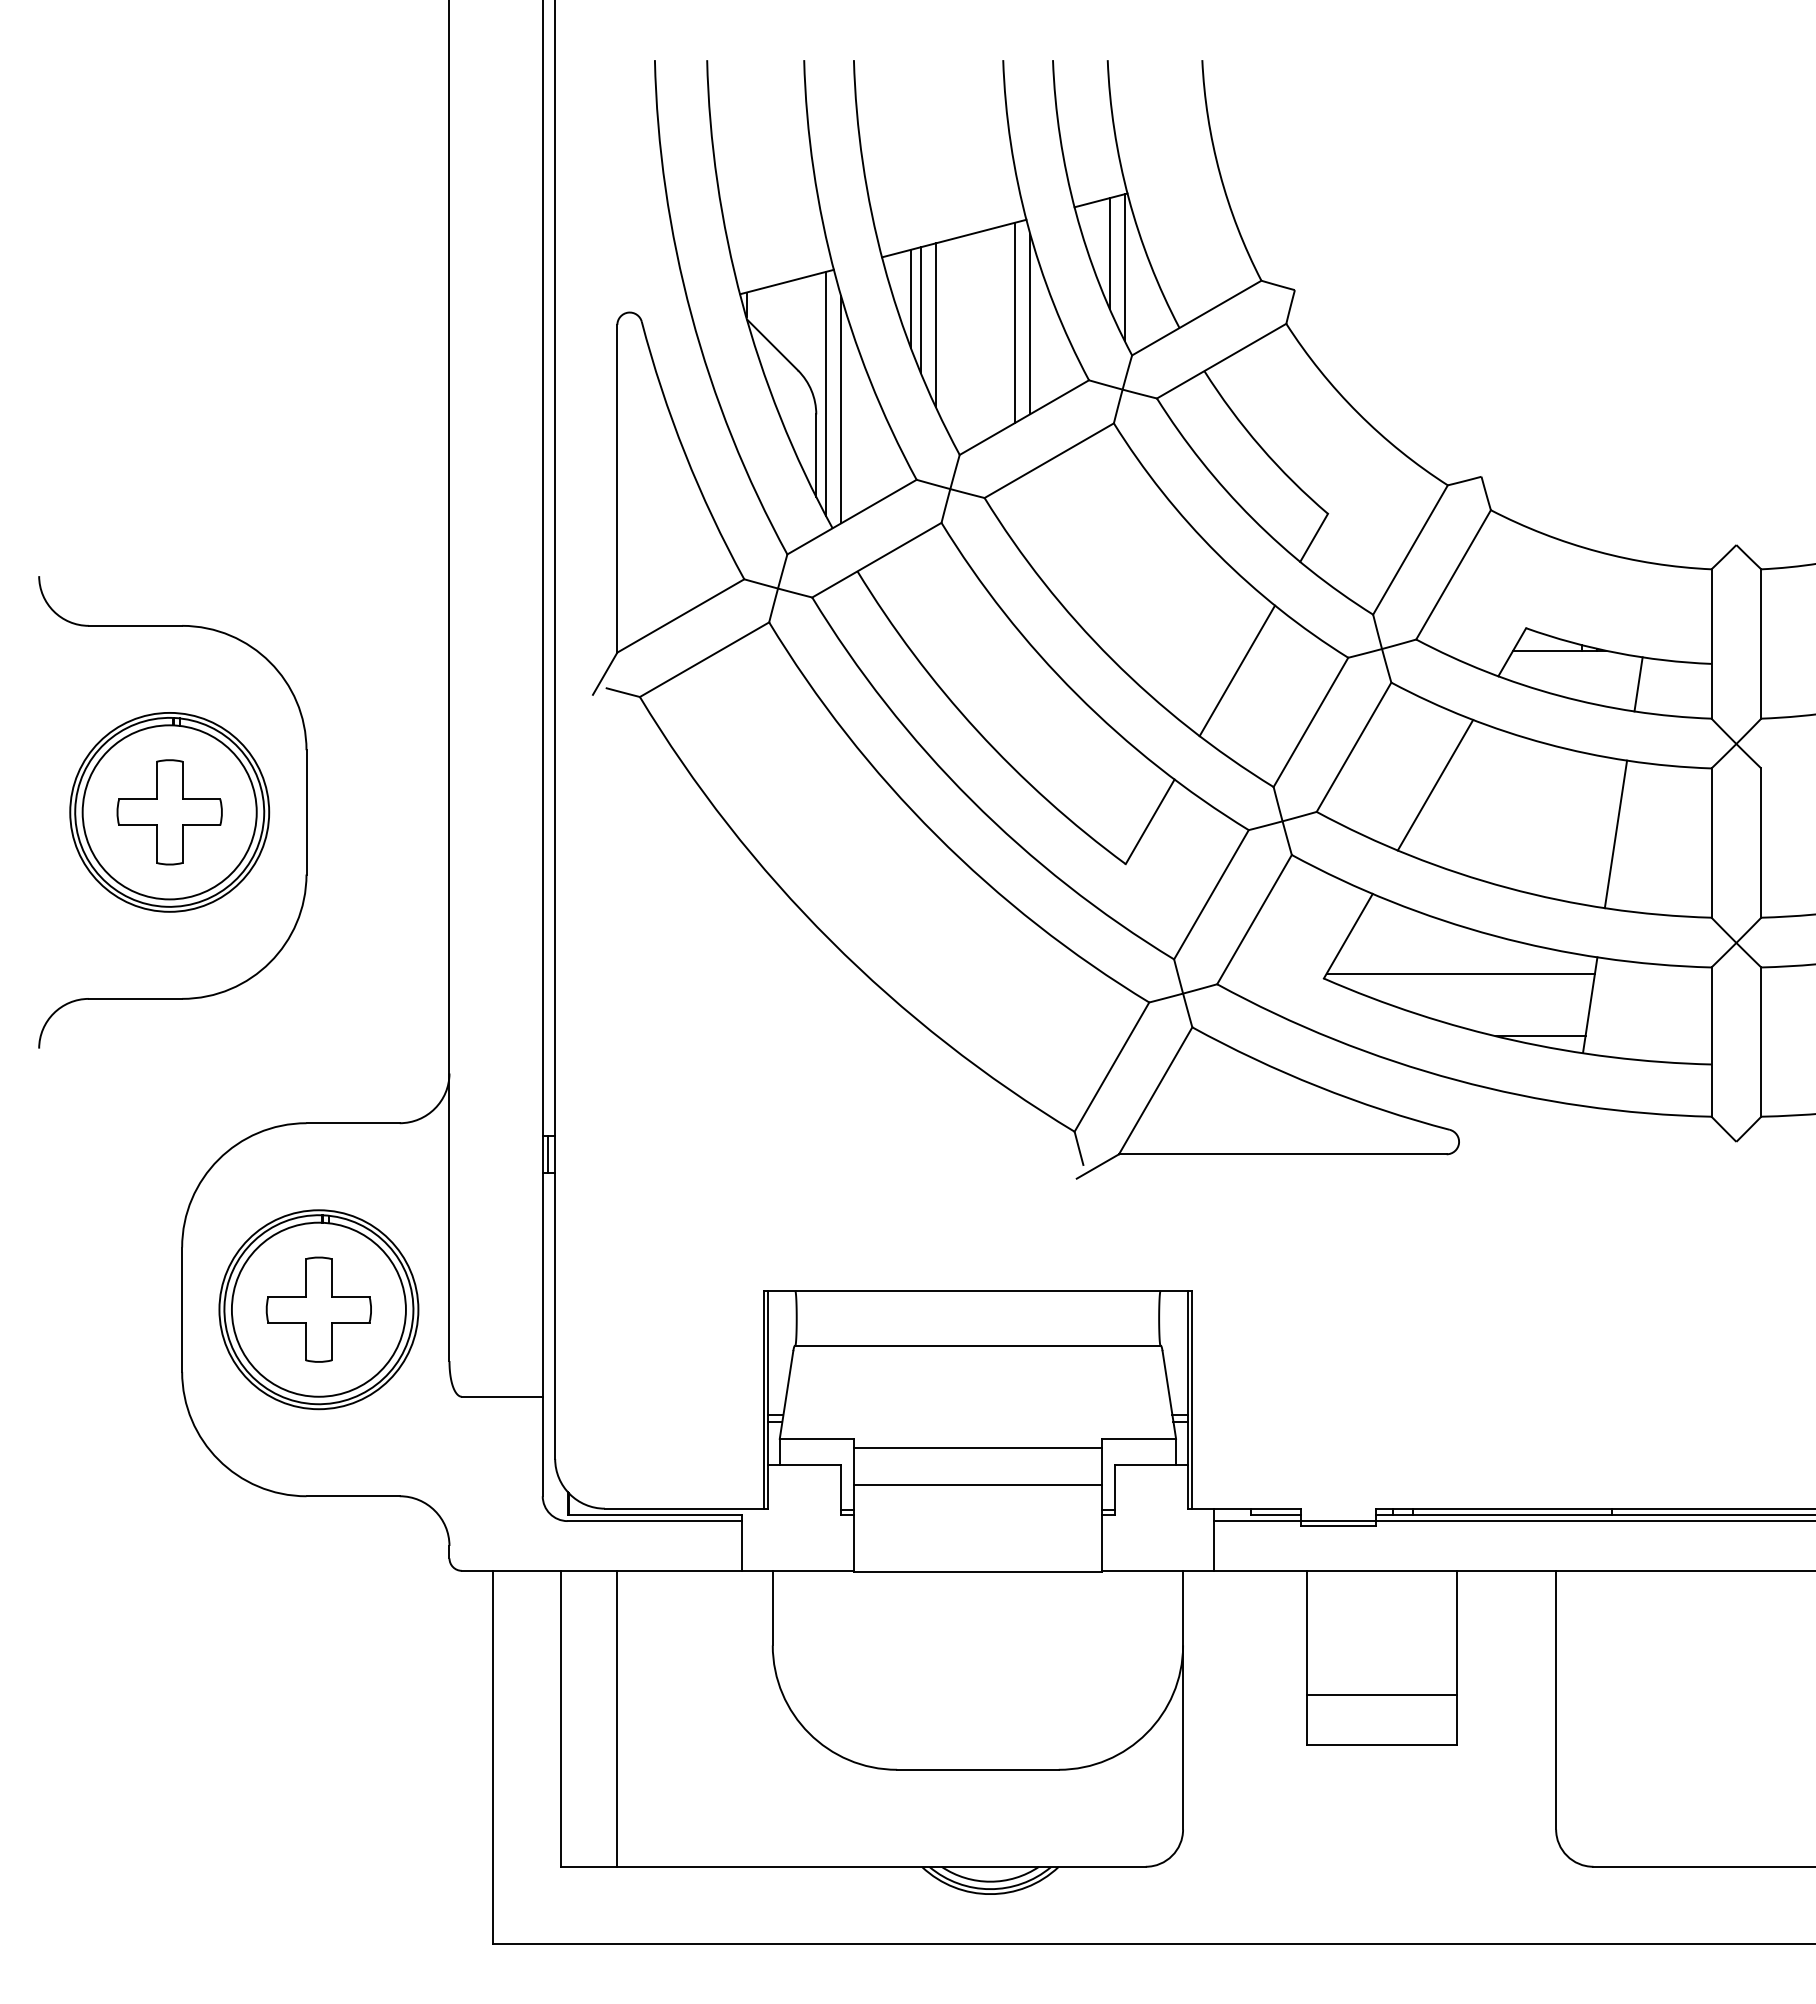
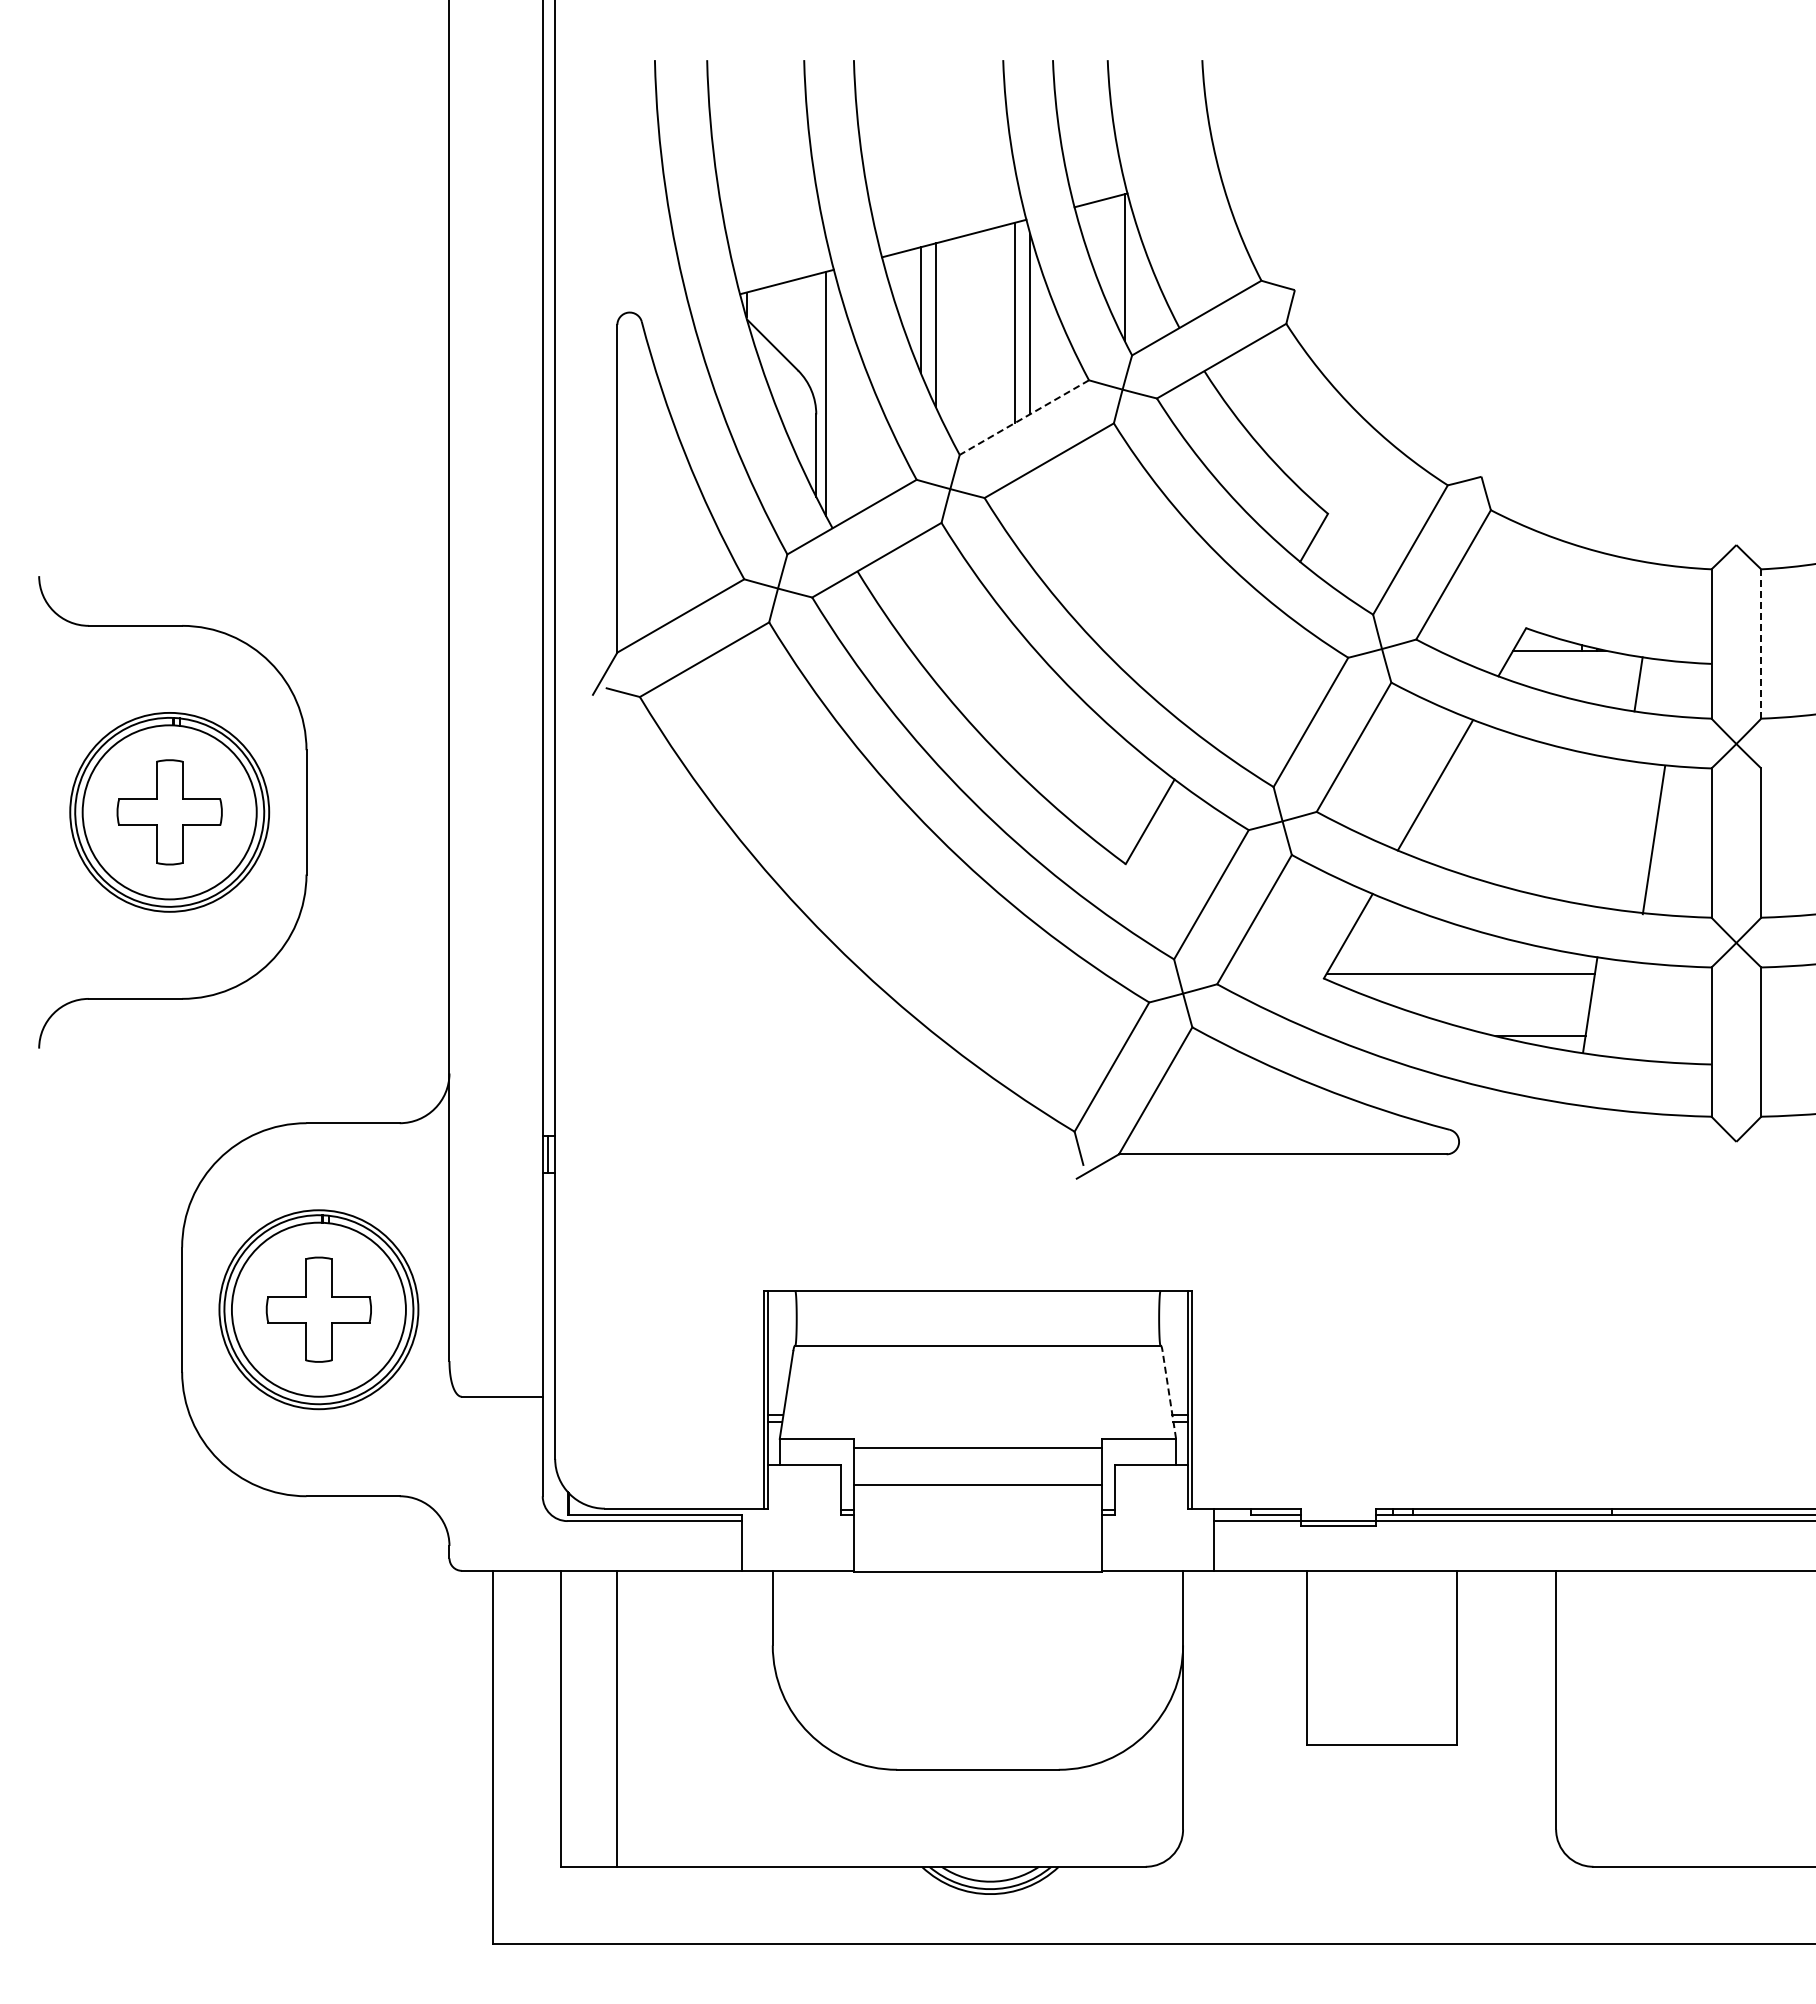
line at (1109, 253): present -> none
line at (910, 298): present -> none
line at (841, 409): present -> none
line at (1024, 417): solid -> dashed
line at (1761, 644): solid -> dashed
line at (1237, 670): present -> none
line at (1615, 834) position: (1615, 834) -> (1653, 840)
line at (1169, 1394): solid -> dashed
line at (1381, 1695): present -> none
